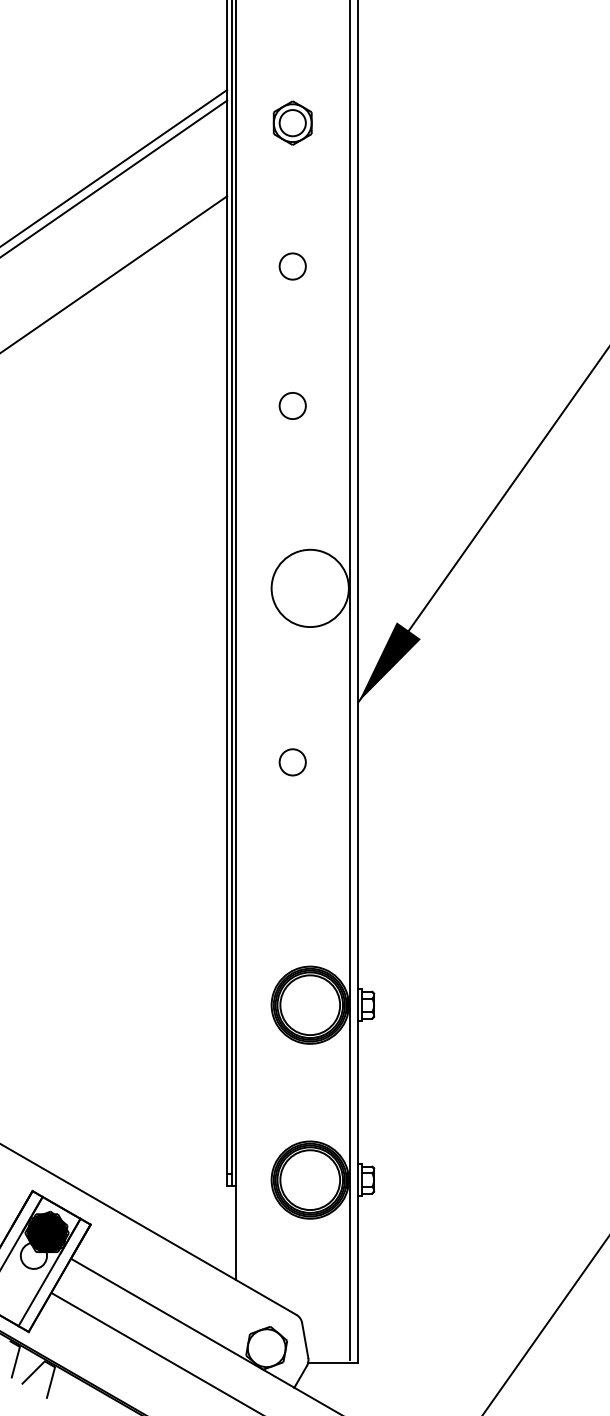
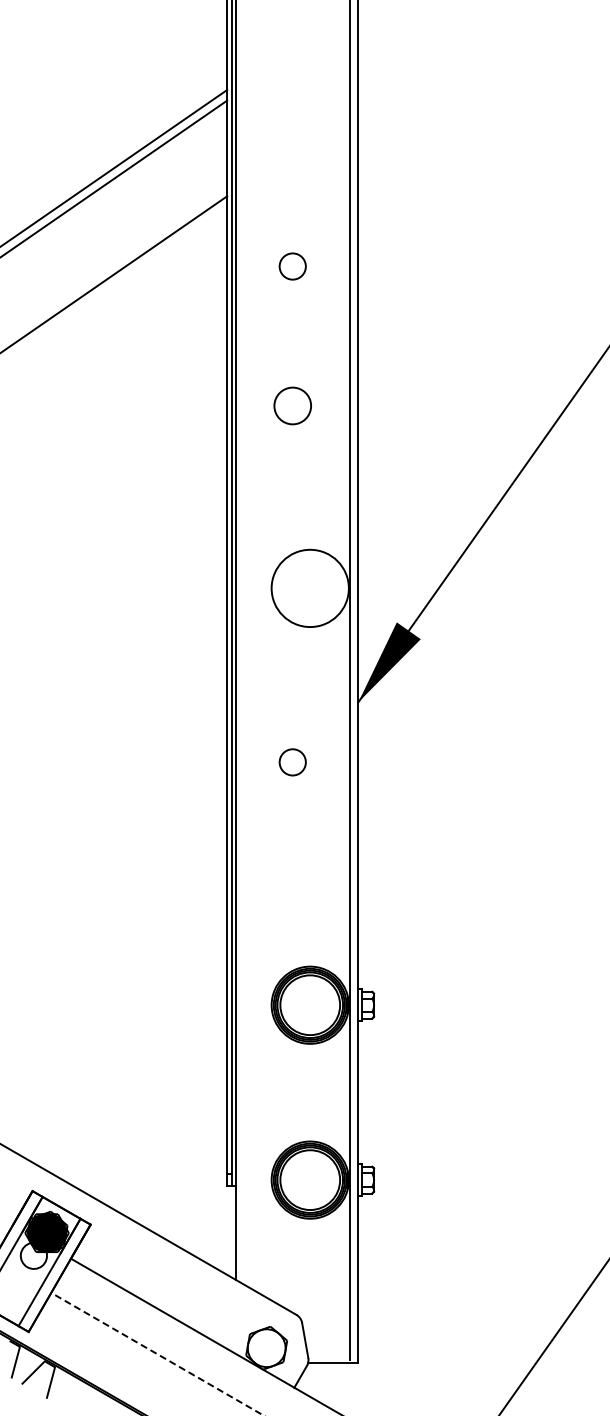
part at (292, 122): present -> none
circle at (292, 405) diameter: 26 px -> 37 px
line at (545, 1325) position: (545, 1325) -> (553, 1337)
line at (157, 1354): solid -> dashed
